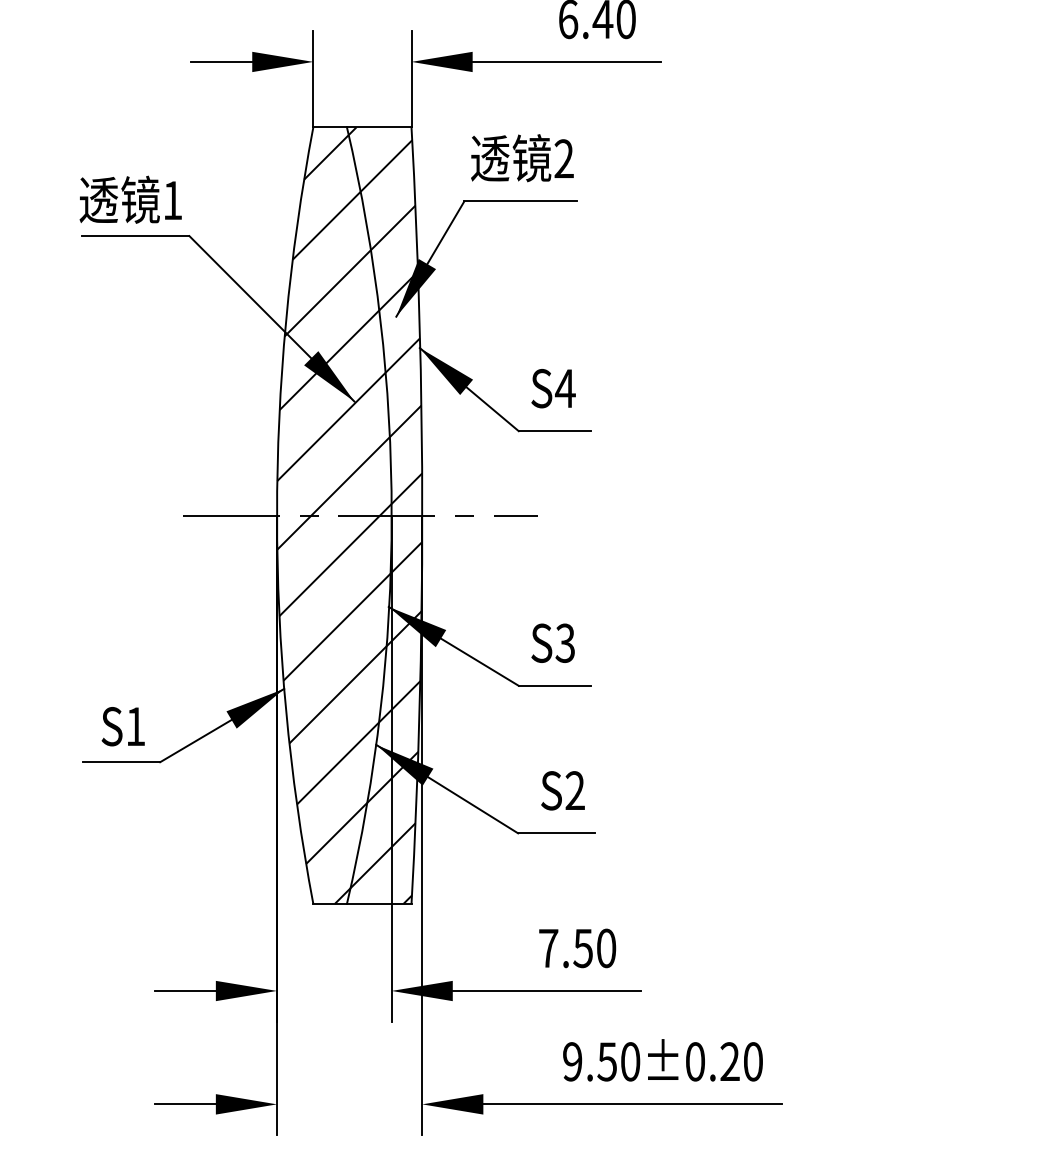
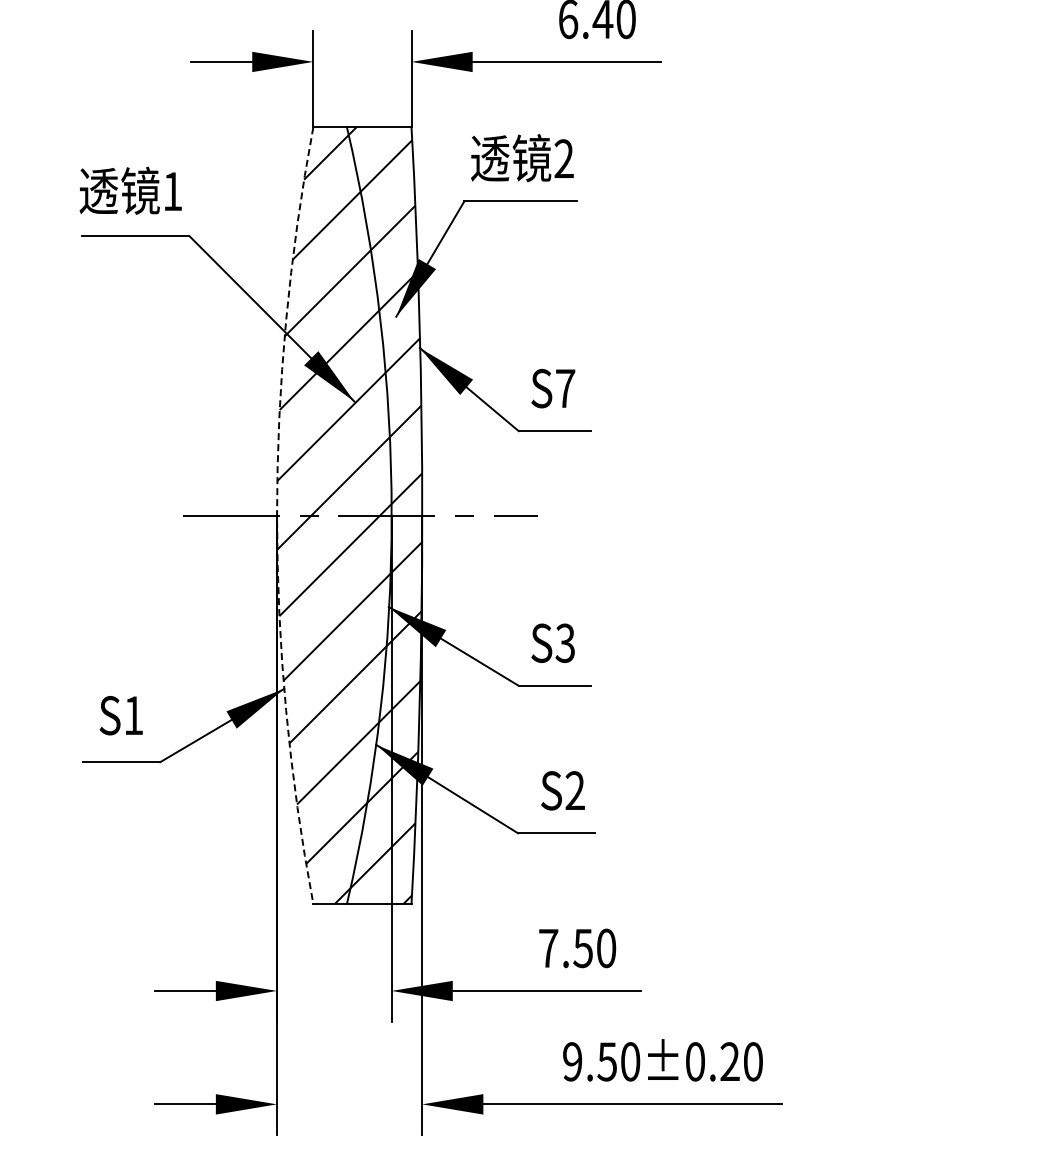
text at (130, 199) position: (130, 199) -> (130, 190)
text at (565, 388): S4 -> S7
arc at (277, 515): solid -> dashed
text at (122, 726) position: (122, 726) -> (120, 715)
